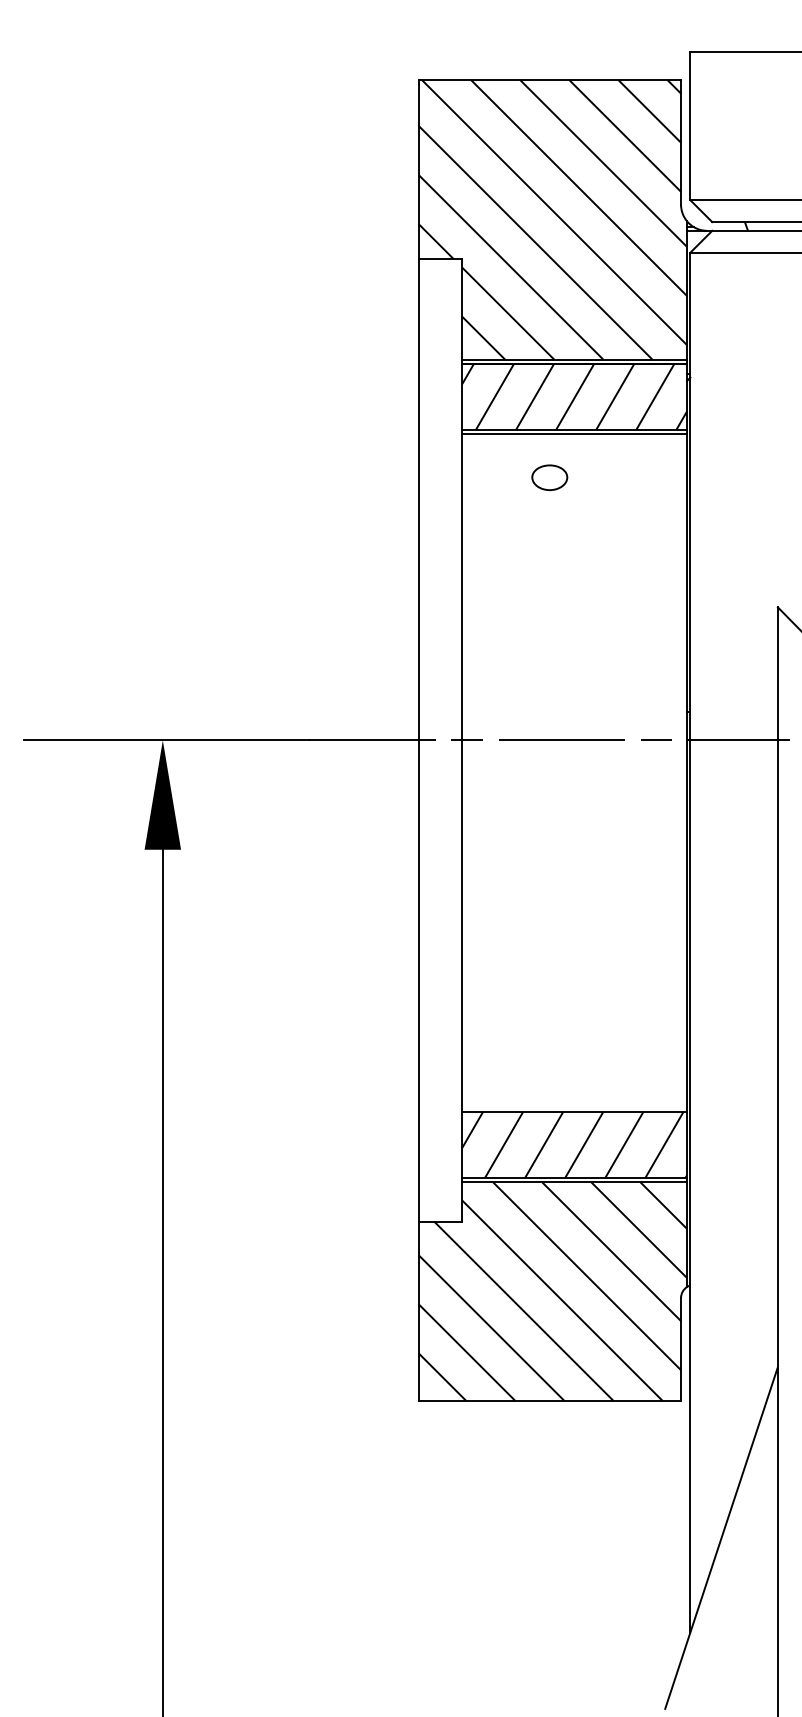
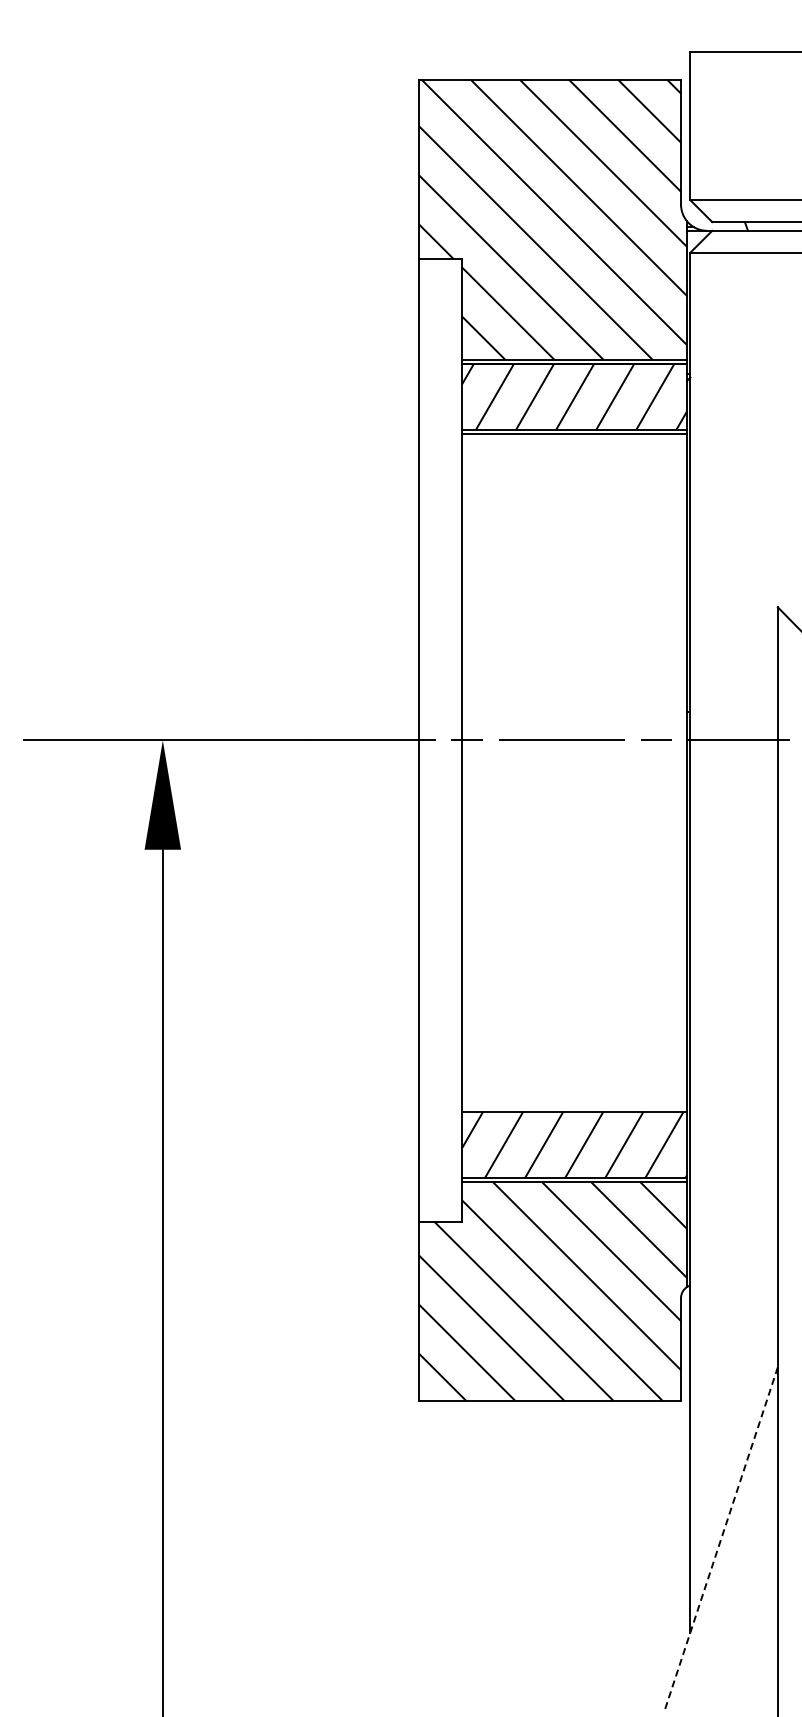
part at (549, 477): present -> none
line at (721, 1538): solid -> dashed
